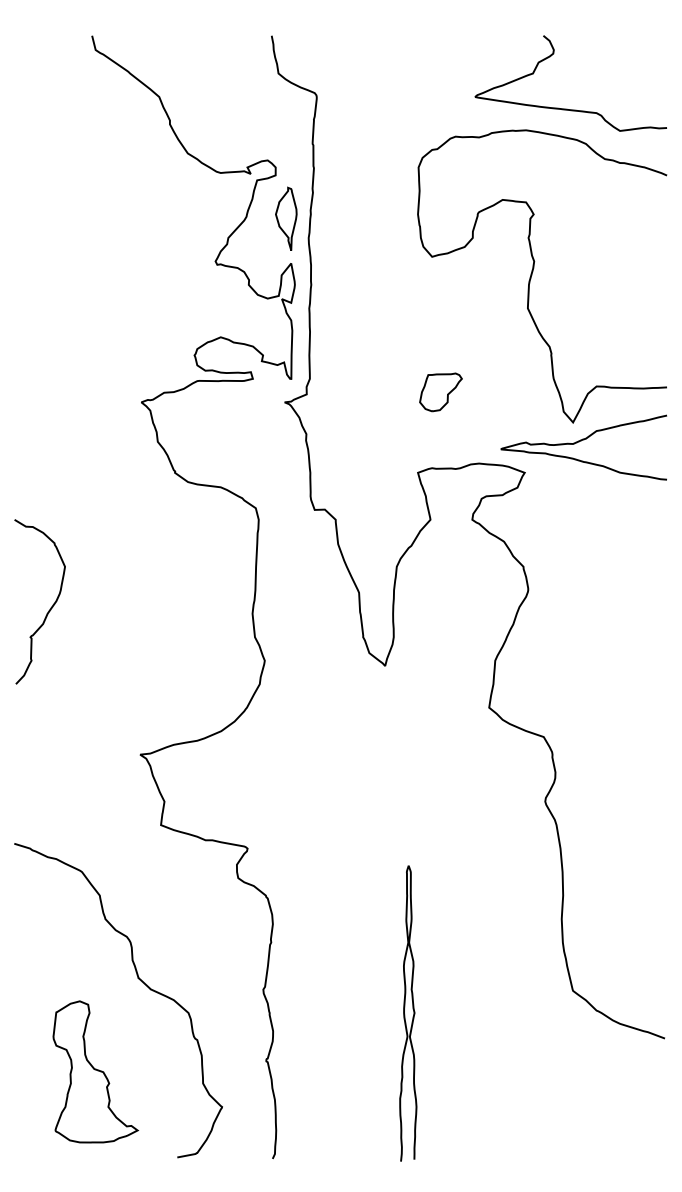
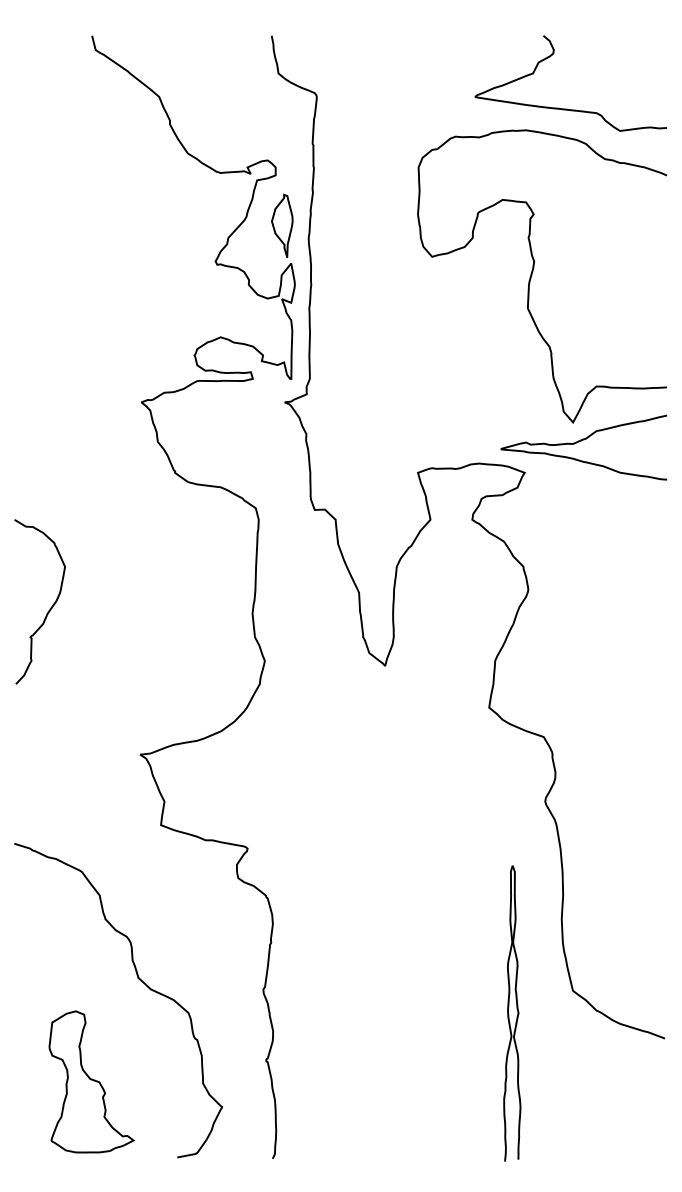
part at (286, 218) position: (286, 218) -> (282, 225)
part at (440, 392): present -> none
curve at (405, 1014) position: (405, 1014) -> (509, 1014)
part at (95, 1071) position: (95, 1071) -> (91, 1081)
